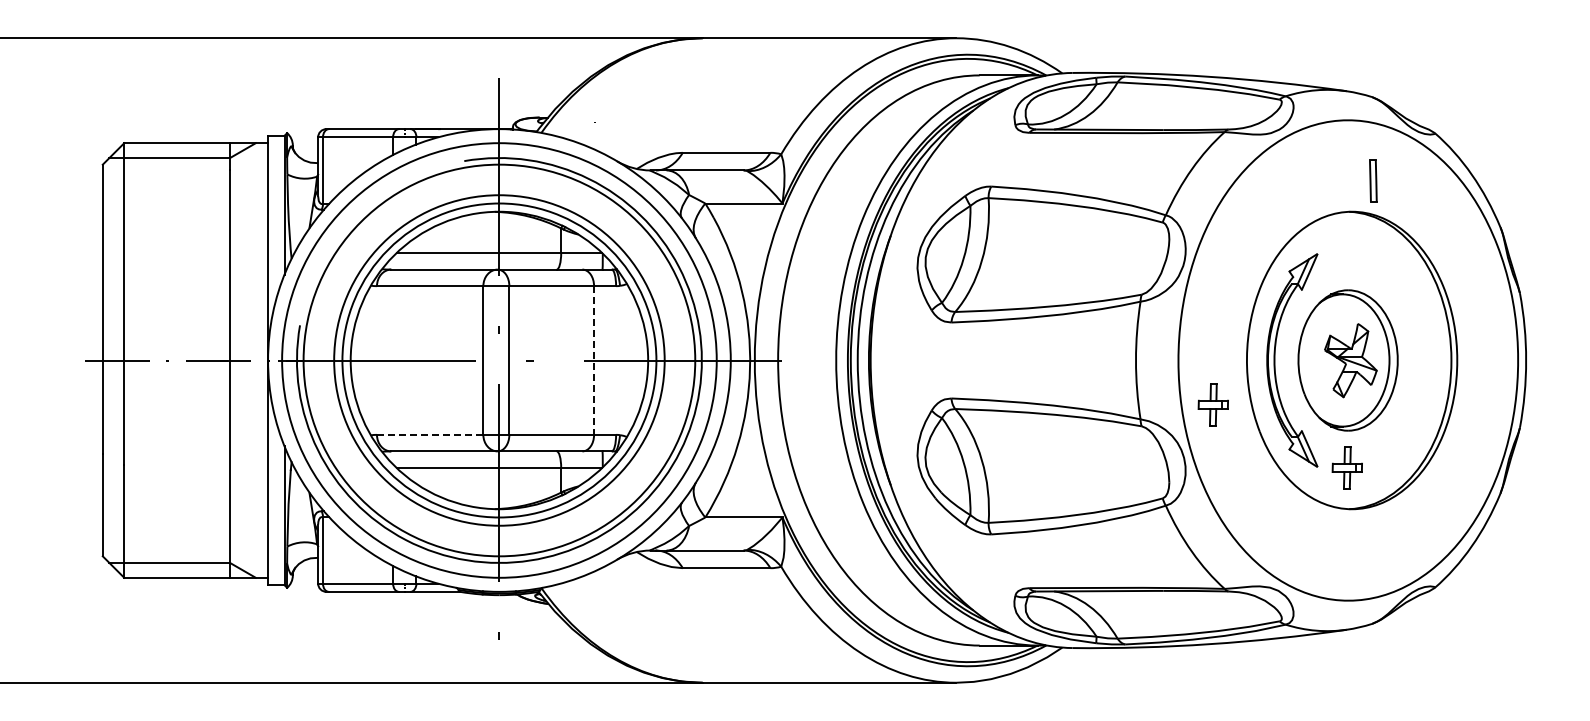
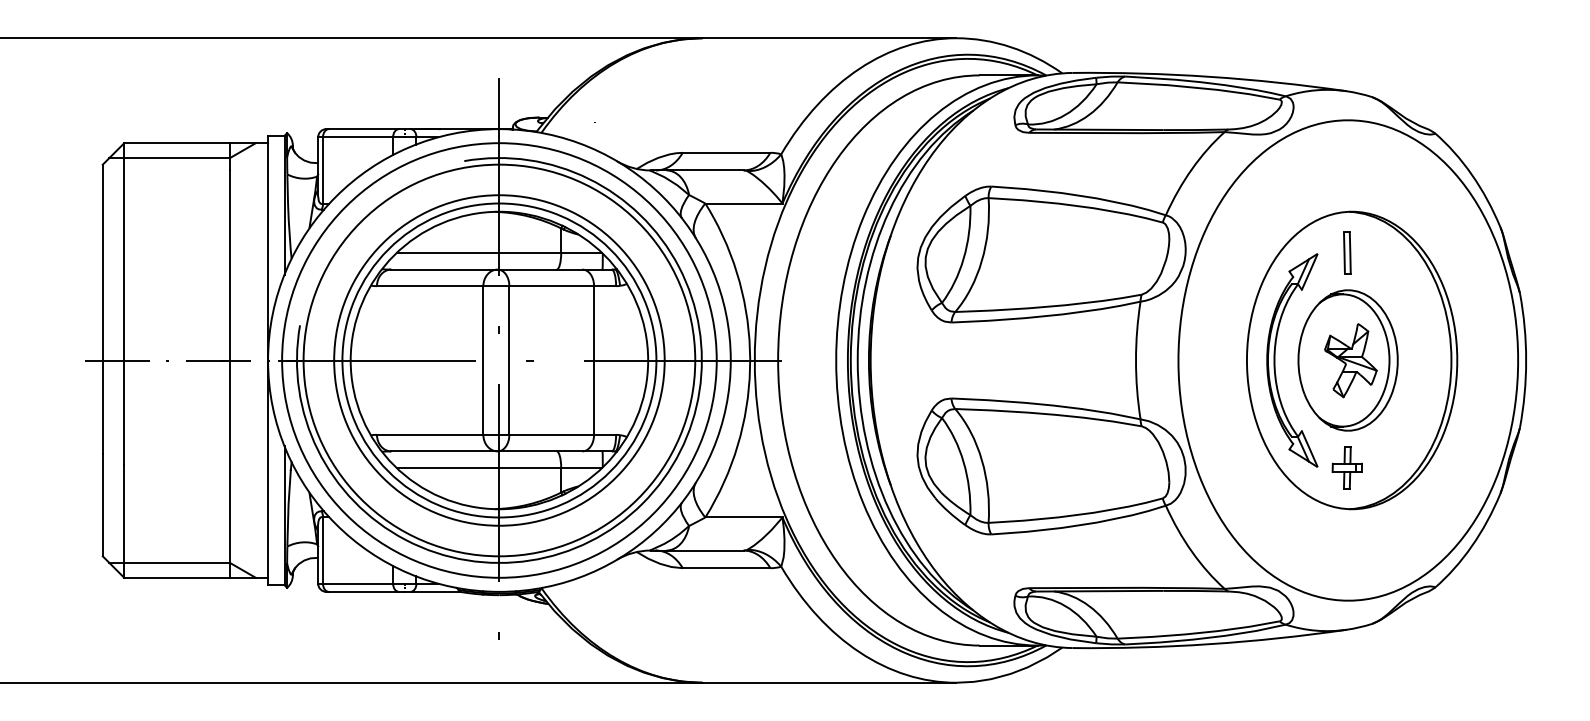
part at (1373, 180) position: (1373, 180) -> (1347, 252)
line at (594, 361): dashed -> solid
part at (1212, 404): present -> none
line at (430, 434): dashed -> solid
